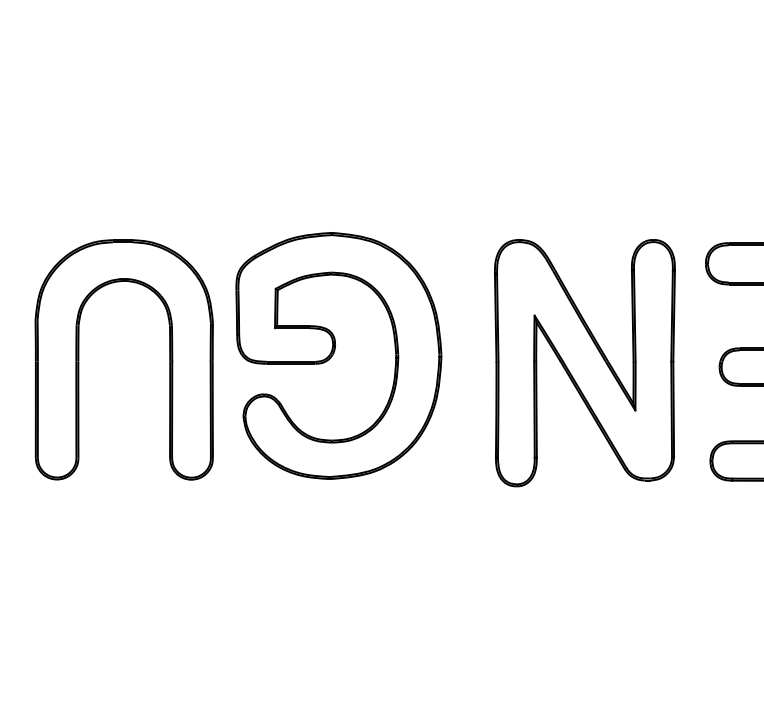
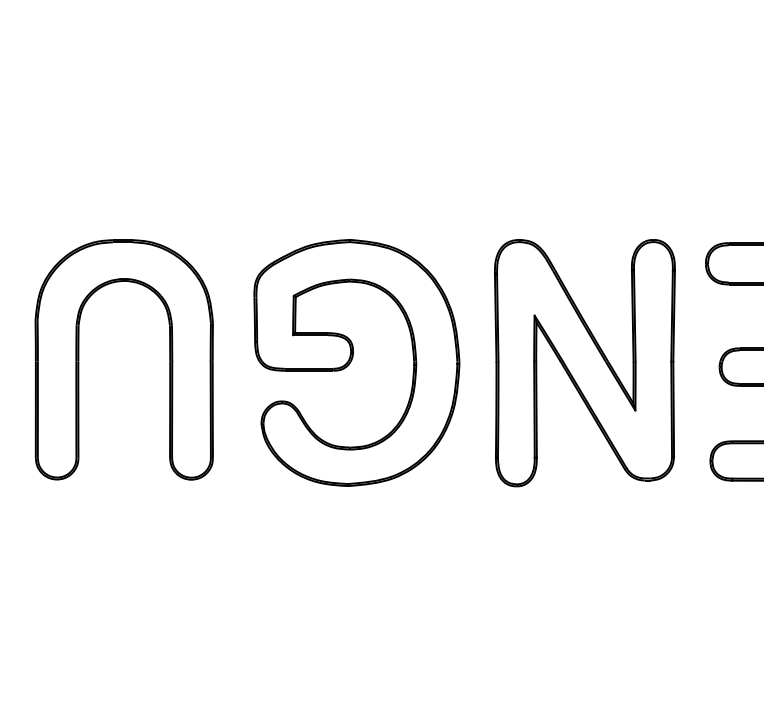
part at (338, 355) position: (338, 355) -> (356, 362)
